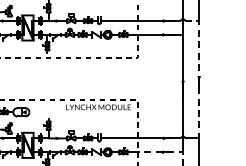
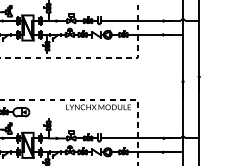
line at (199, 71): dashed -> solid
line at (167, 152): dashed -> solid
